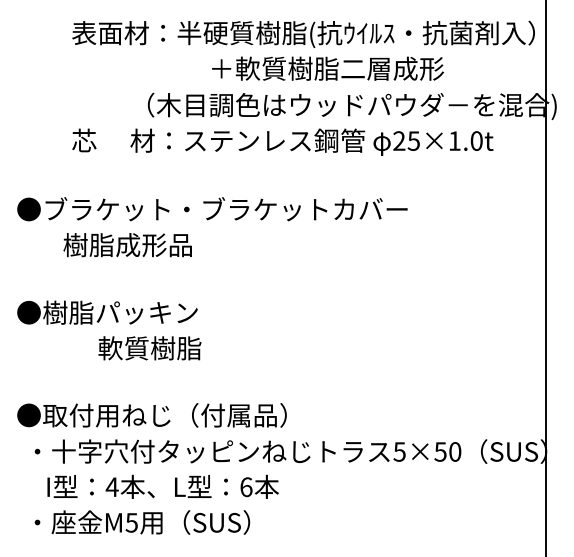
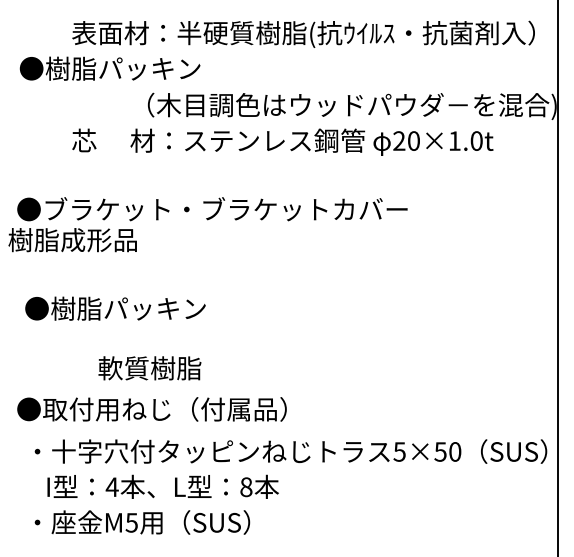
text at (231, 68): ＋軟質樹脂二層成形 -> ●樹脂パッキン
text at (413, 140): 25×1.0t -> 20×1.0t
text at (127, 245) position: (127, 245) -> (72, 240)
line at (545, 277) position: (545, 277) -> (557, 277)
text at (107, 312) position: (107, 312) -> (115, 308)
text at (149, 348) position: (149, 348) -> (149, 368)
text at (151, 415) position: (151, 415) -> (151, 409)
text at (246, 487): 6 -> 8
